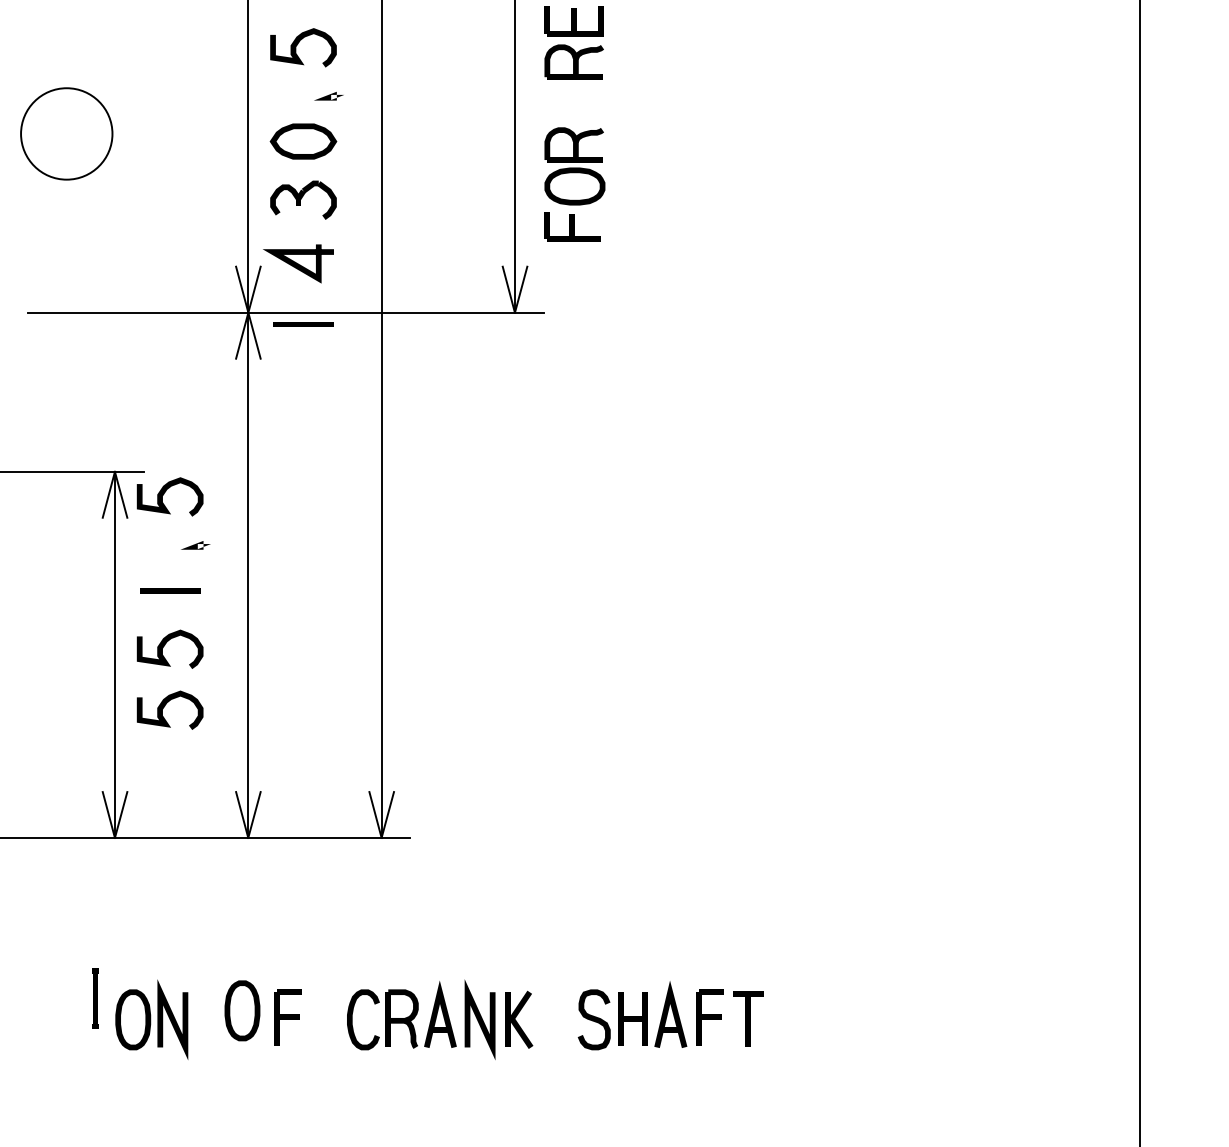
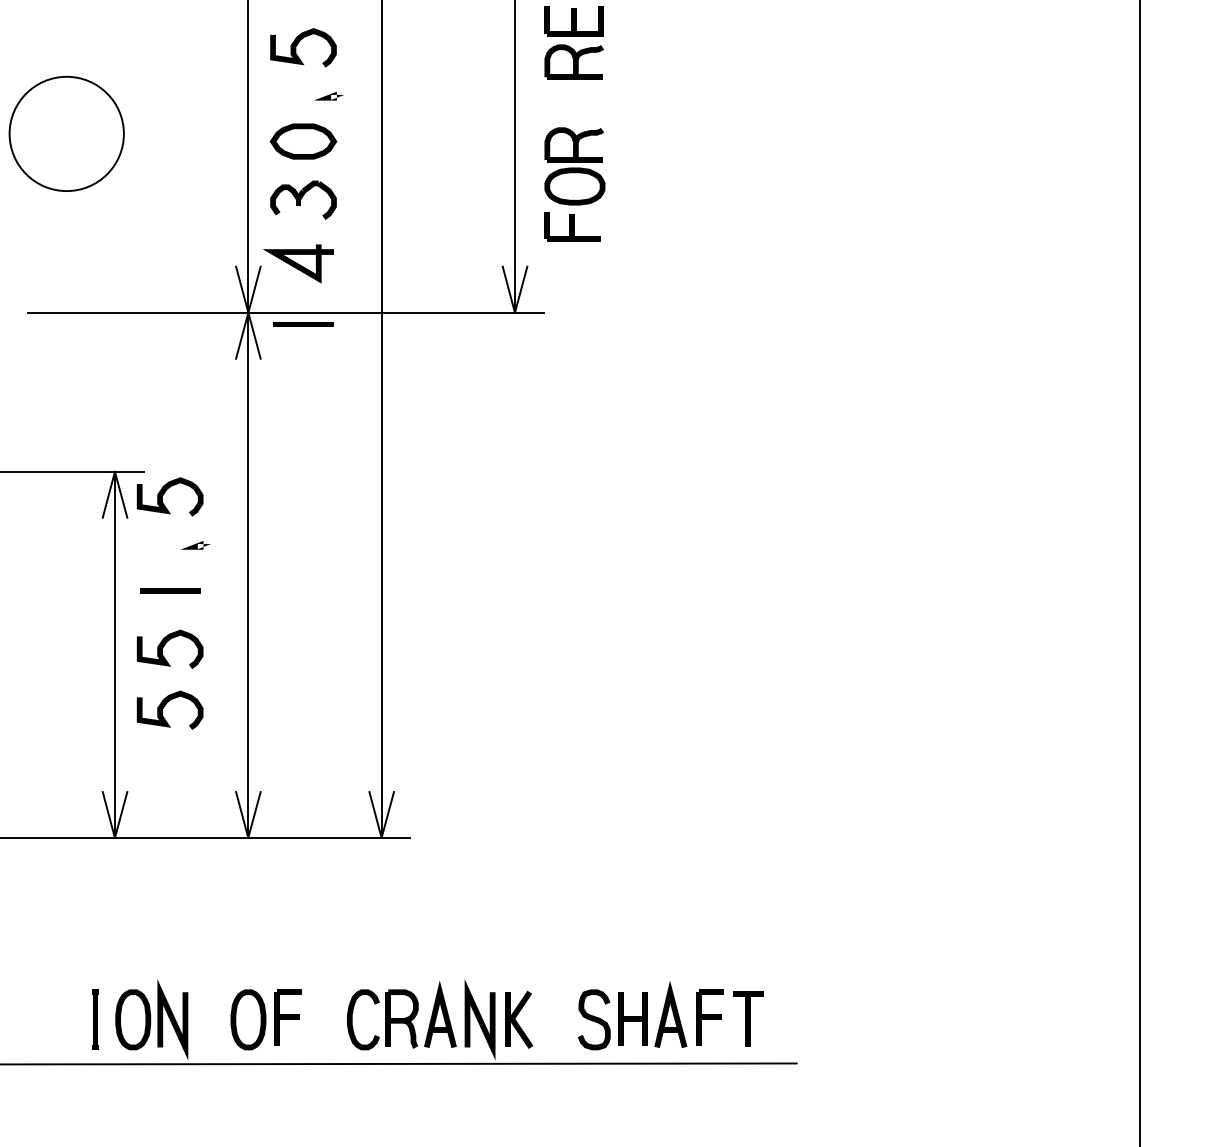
circle at (66, 133) diameter: 91 px -> 114 px
part at (95, 998) position: (95, 998) -> (95, 1019)
part at (242, 1010) position: (242, 1010) -> (248, 1019)
line at (399, 1063): none -> present
